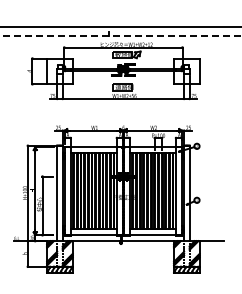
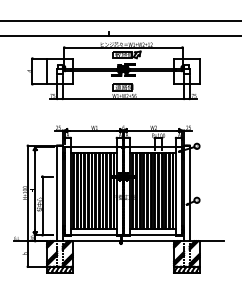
line at (120, 27) position: (120, 27) -> (120, 21)
line at (120, 35): dashed -> solid
